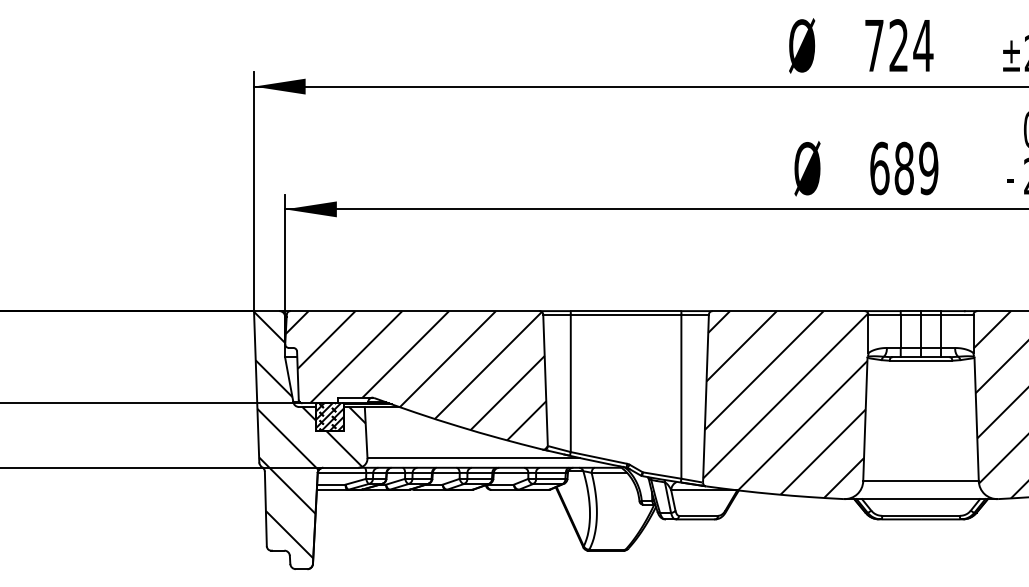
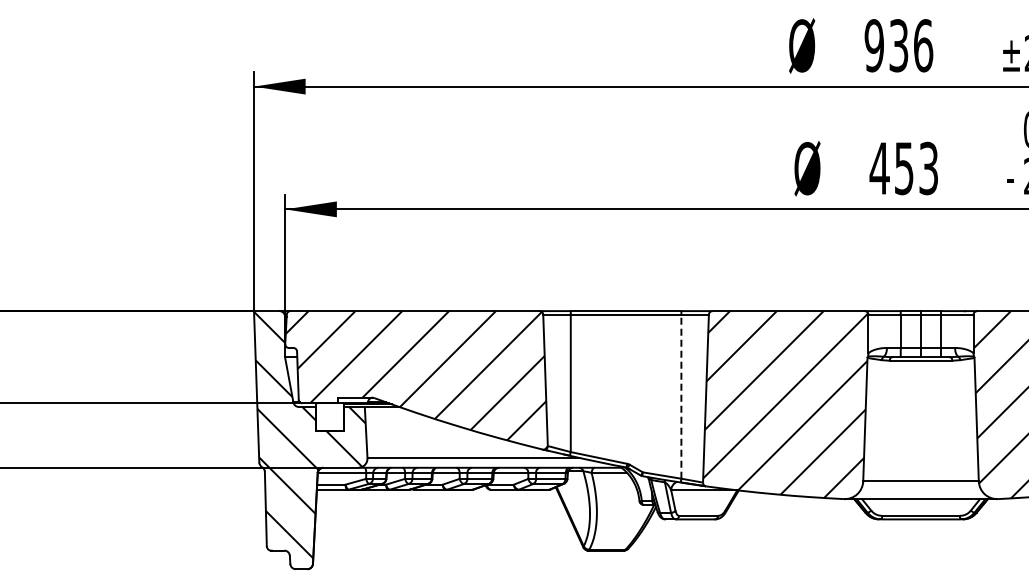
text at (898, 45): 724 -> 936
text at (903, 168): 689 -> 453
line at (681, 396): solid -> dashed
hatch at (330, 416): present -> none
